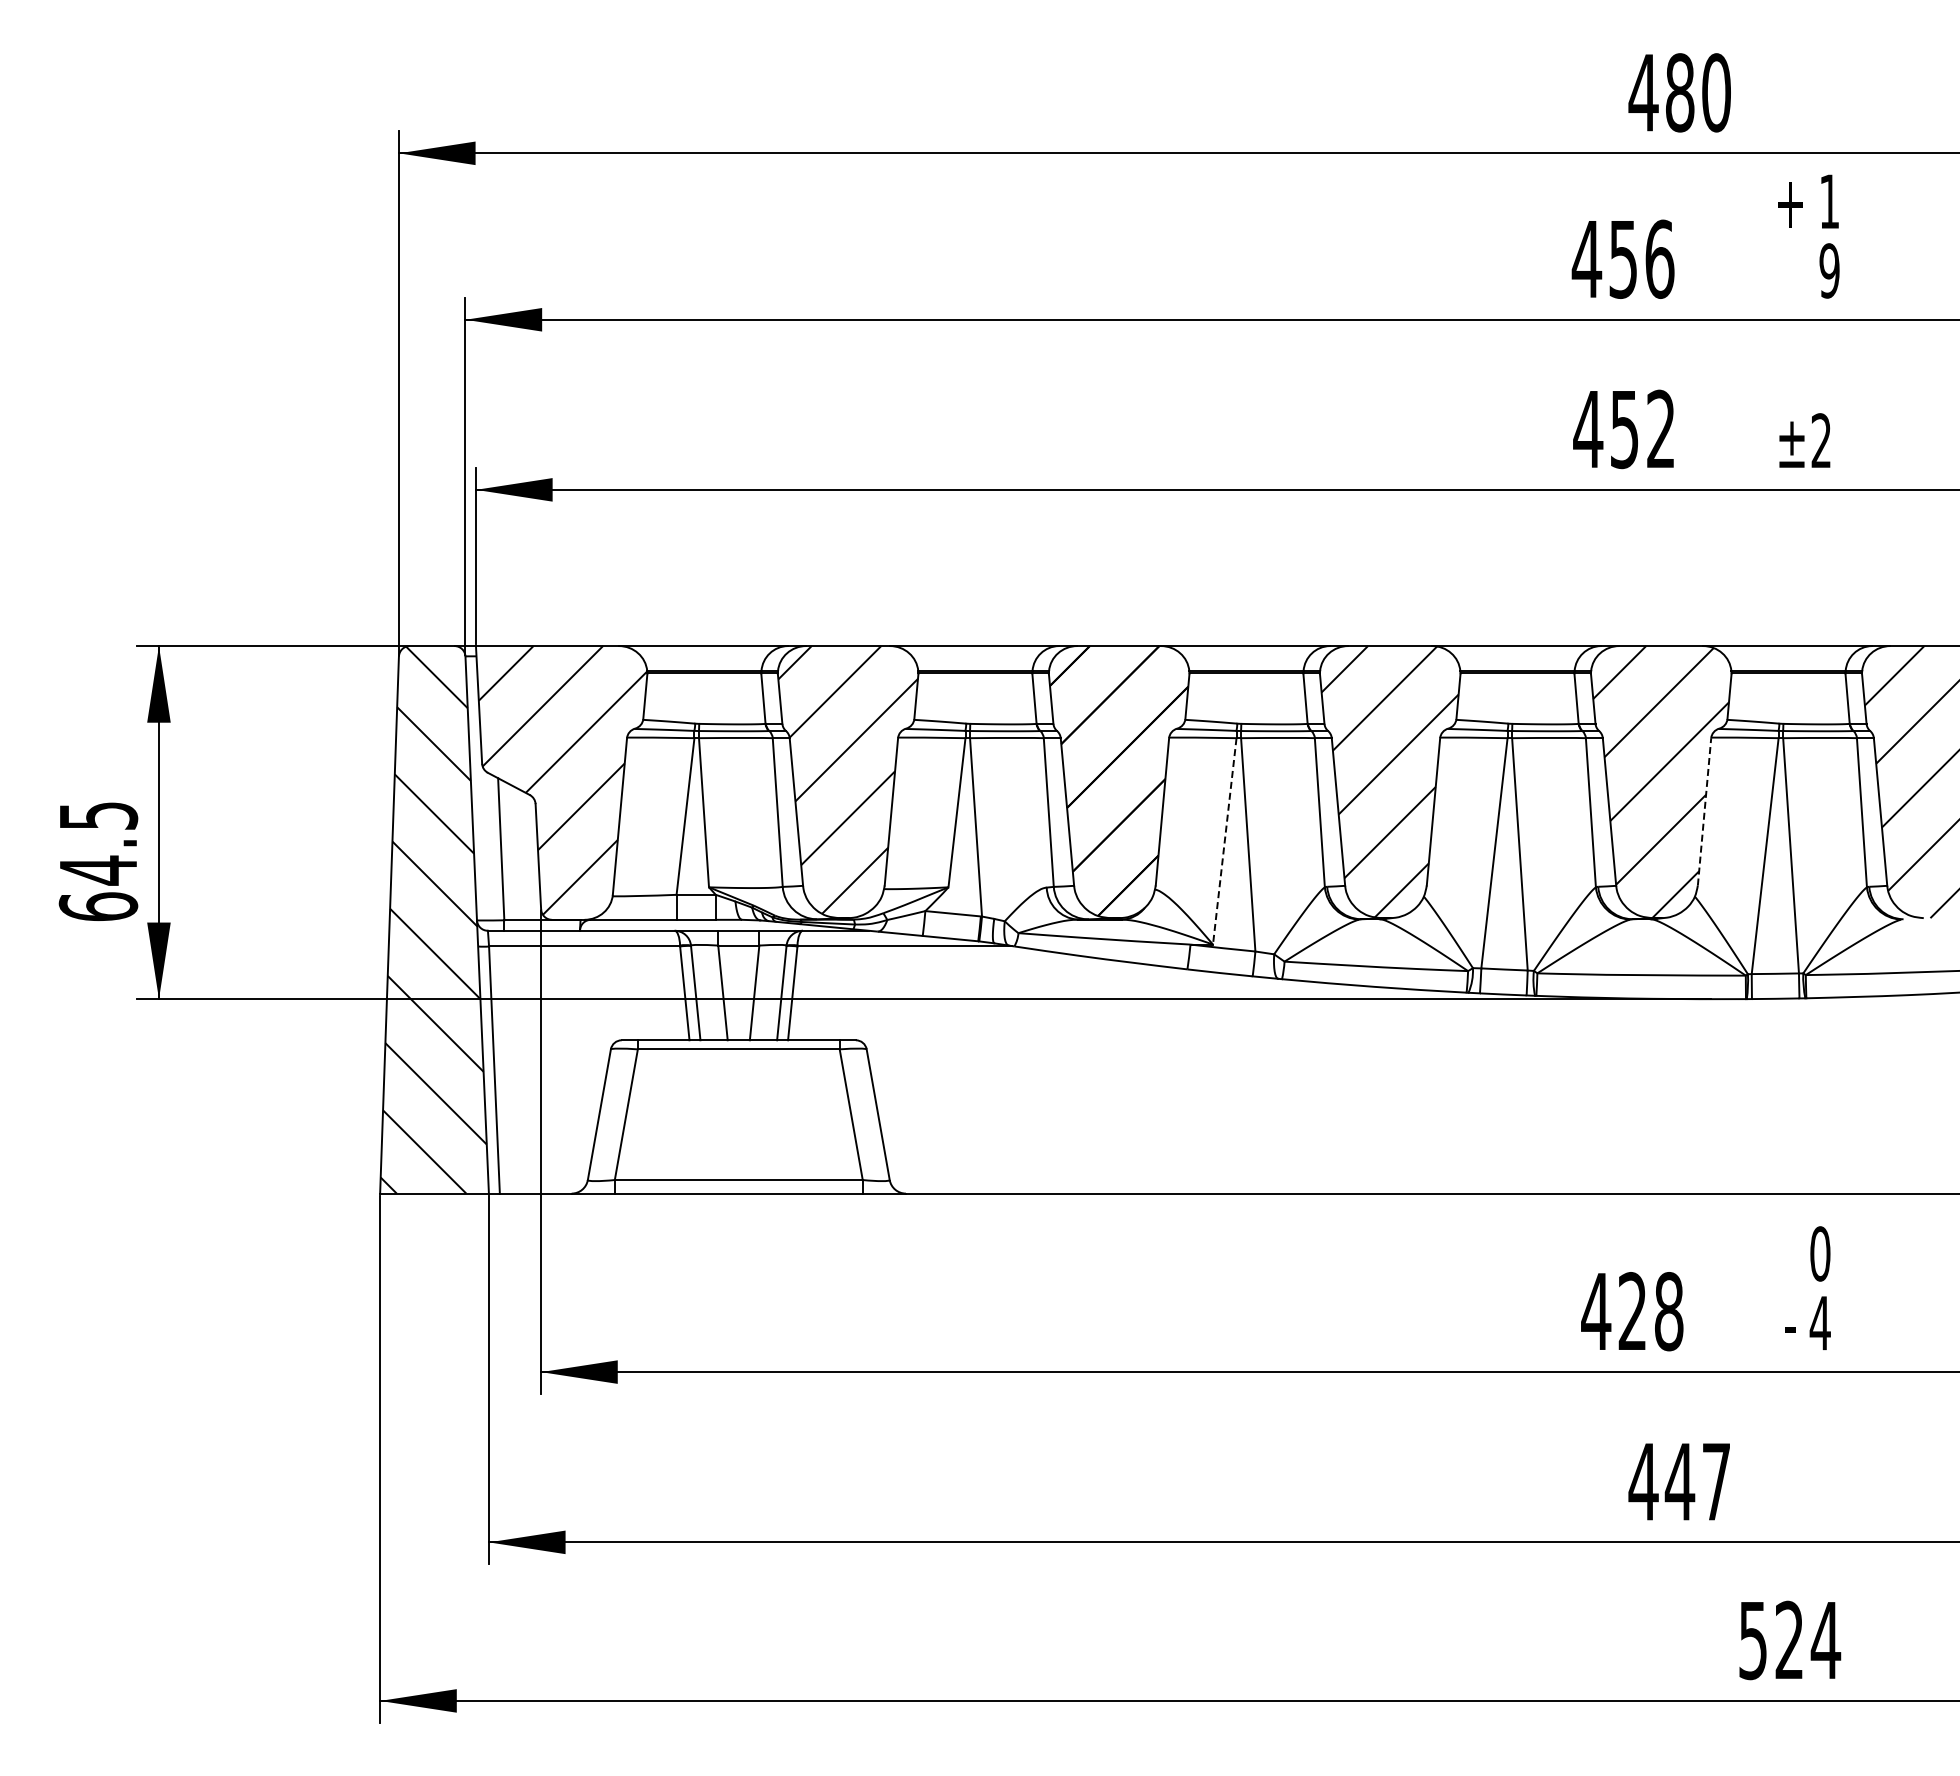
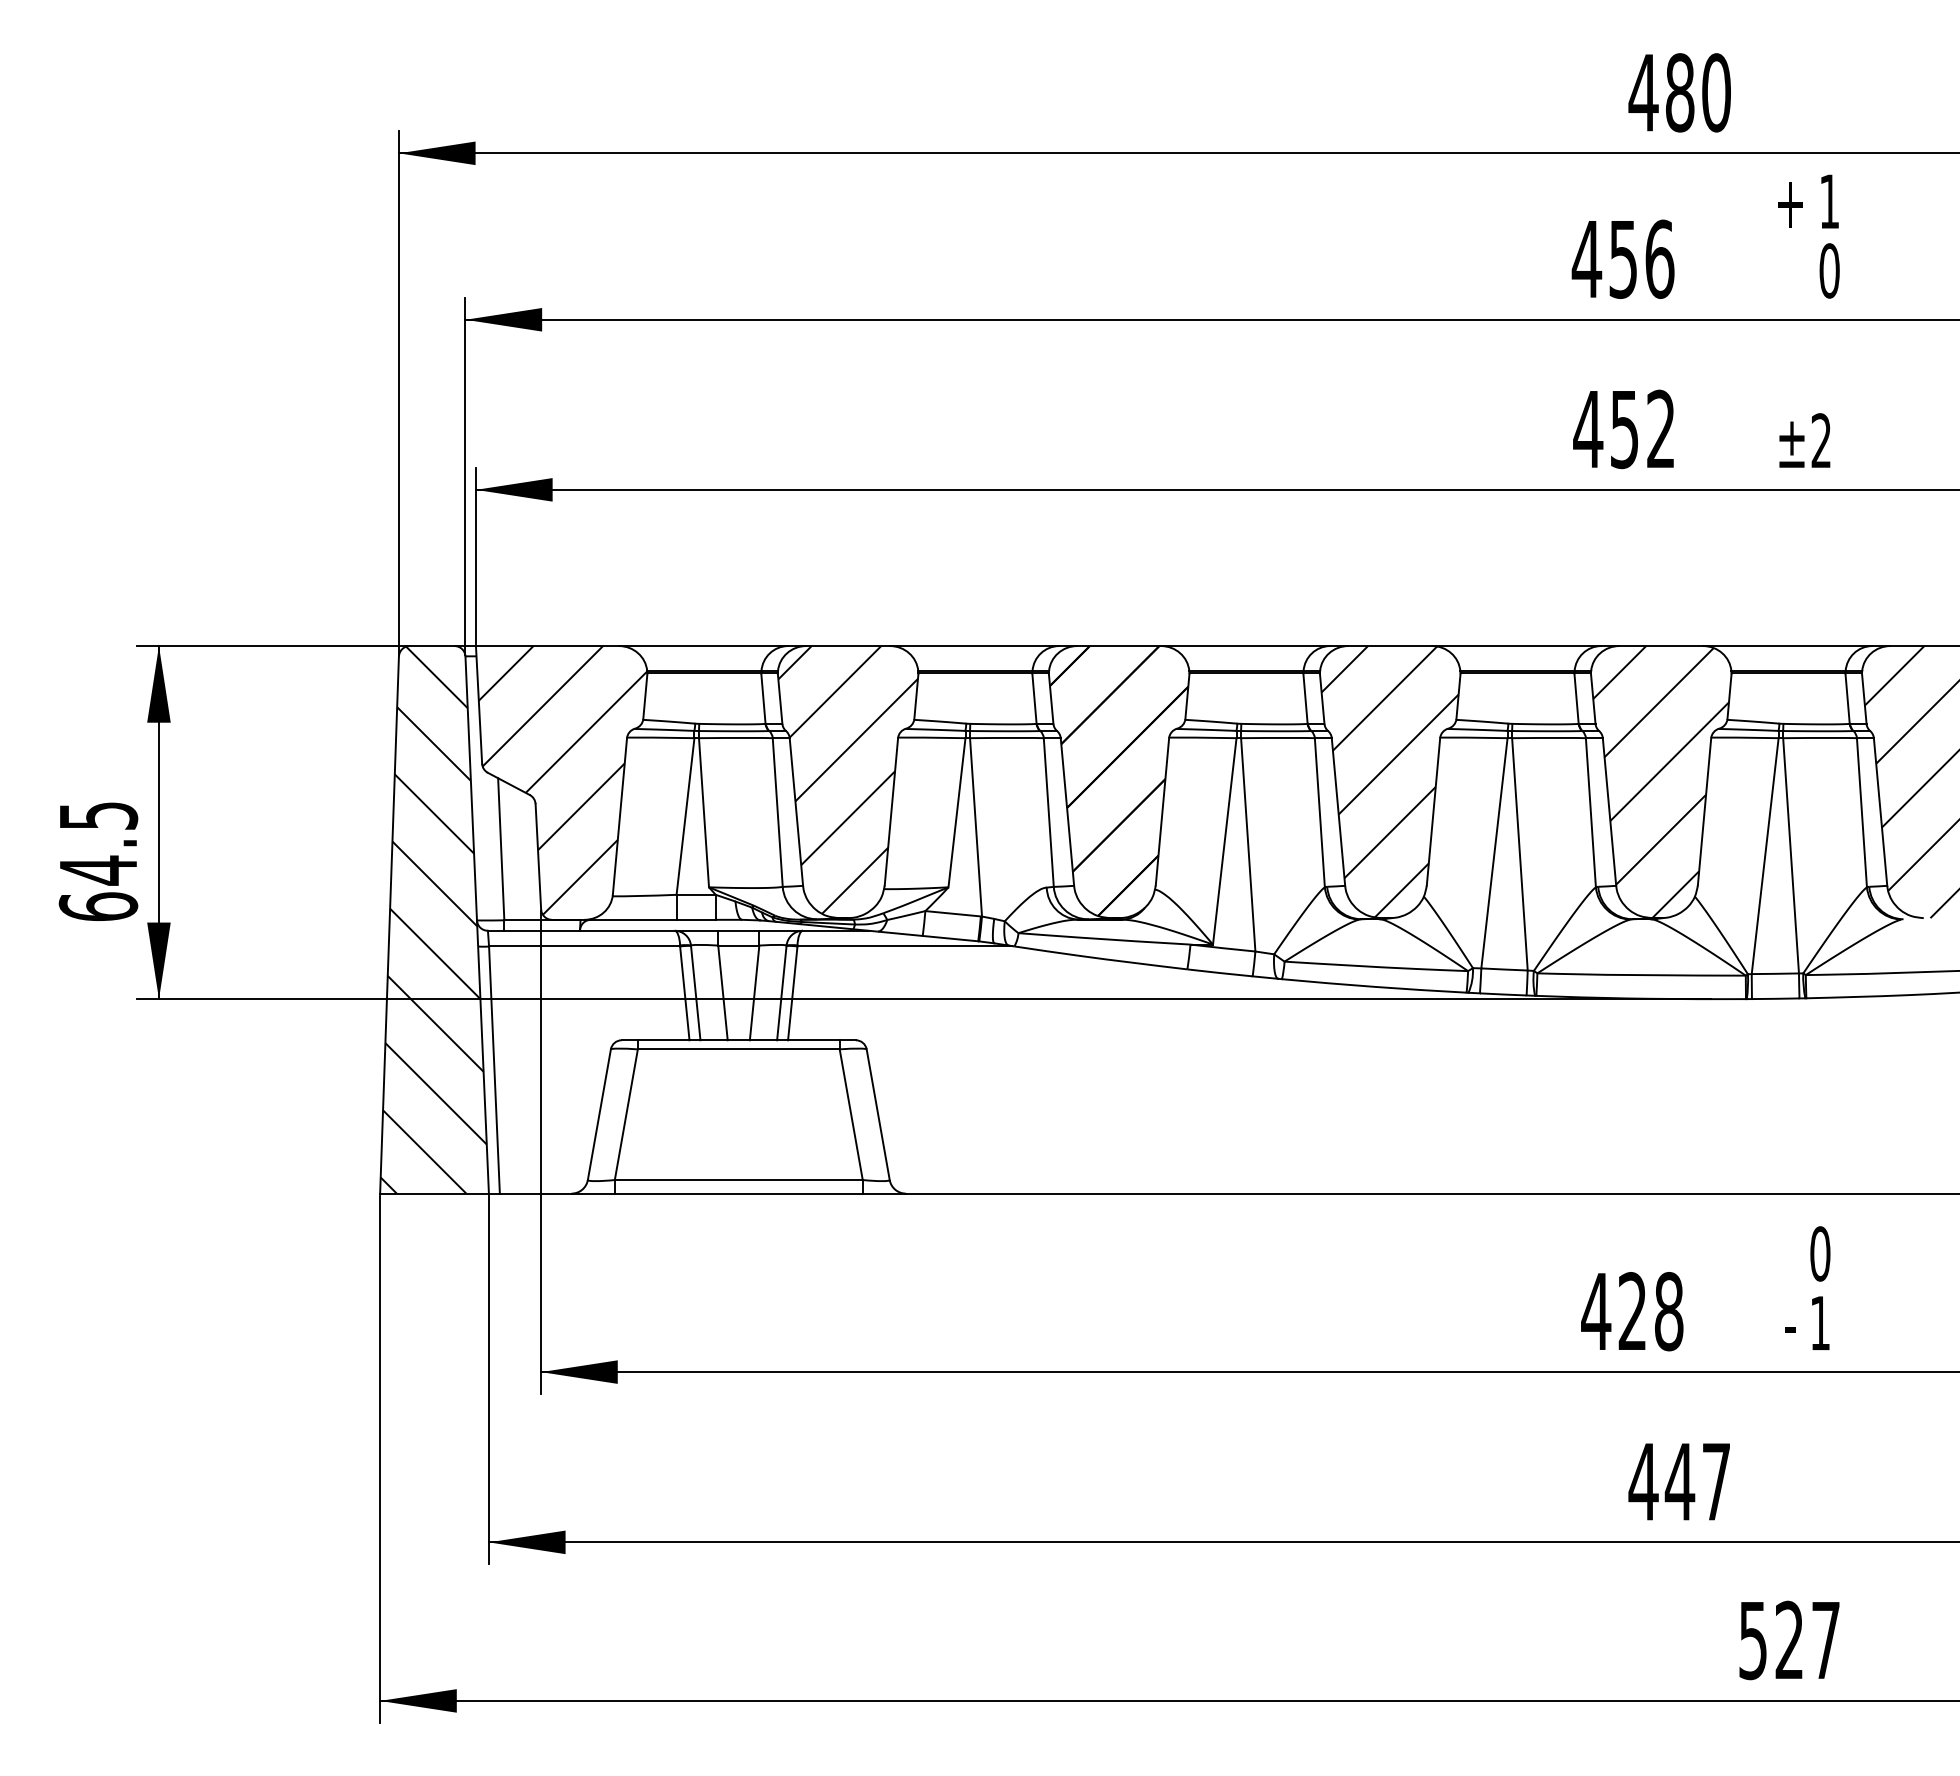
text at (1829, 270): 9 -> 0
line at (1704, 811): dashed -> solid
line at (1224, 841): dashed -> solid
text at (1819, 1323): 4 -> 1
text at (1825, 1640): 524 -> 527
